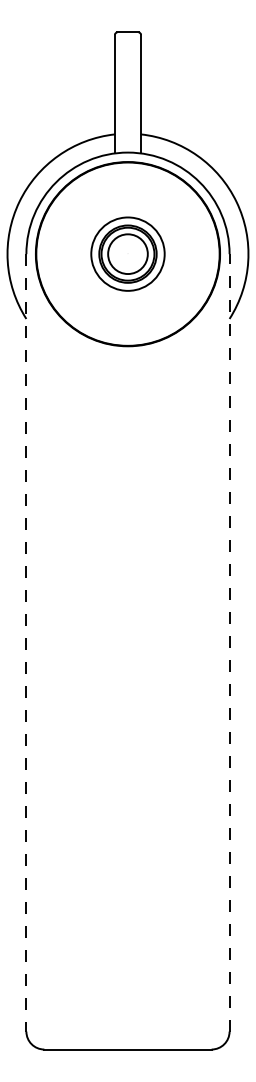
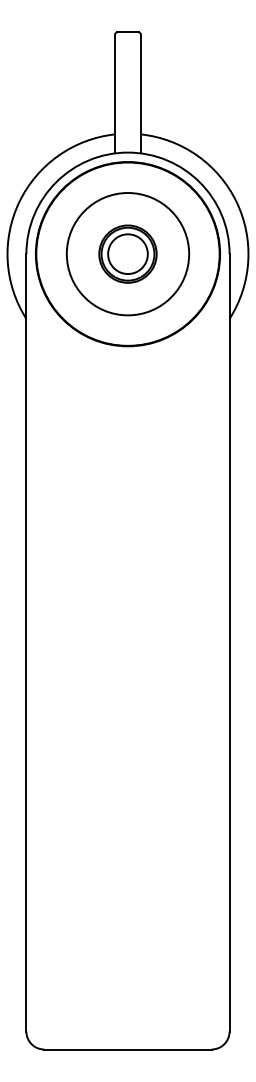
circle at (127, 253) diameter: 73 px -> 122 px
line at (26, 642): dashed -> solid
line at (229, 642): dashed -> solid
